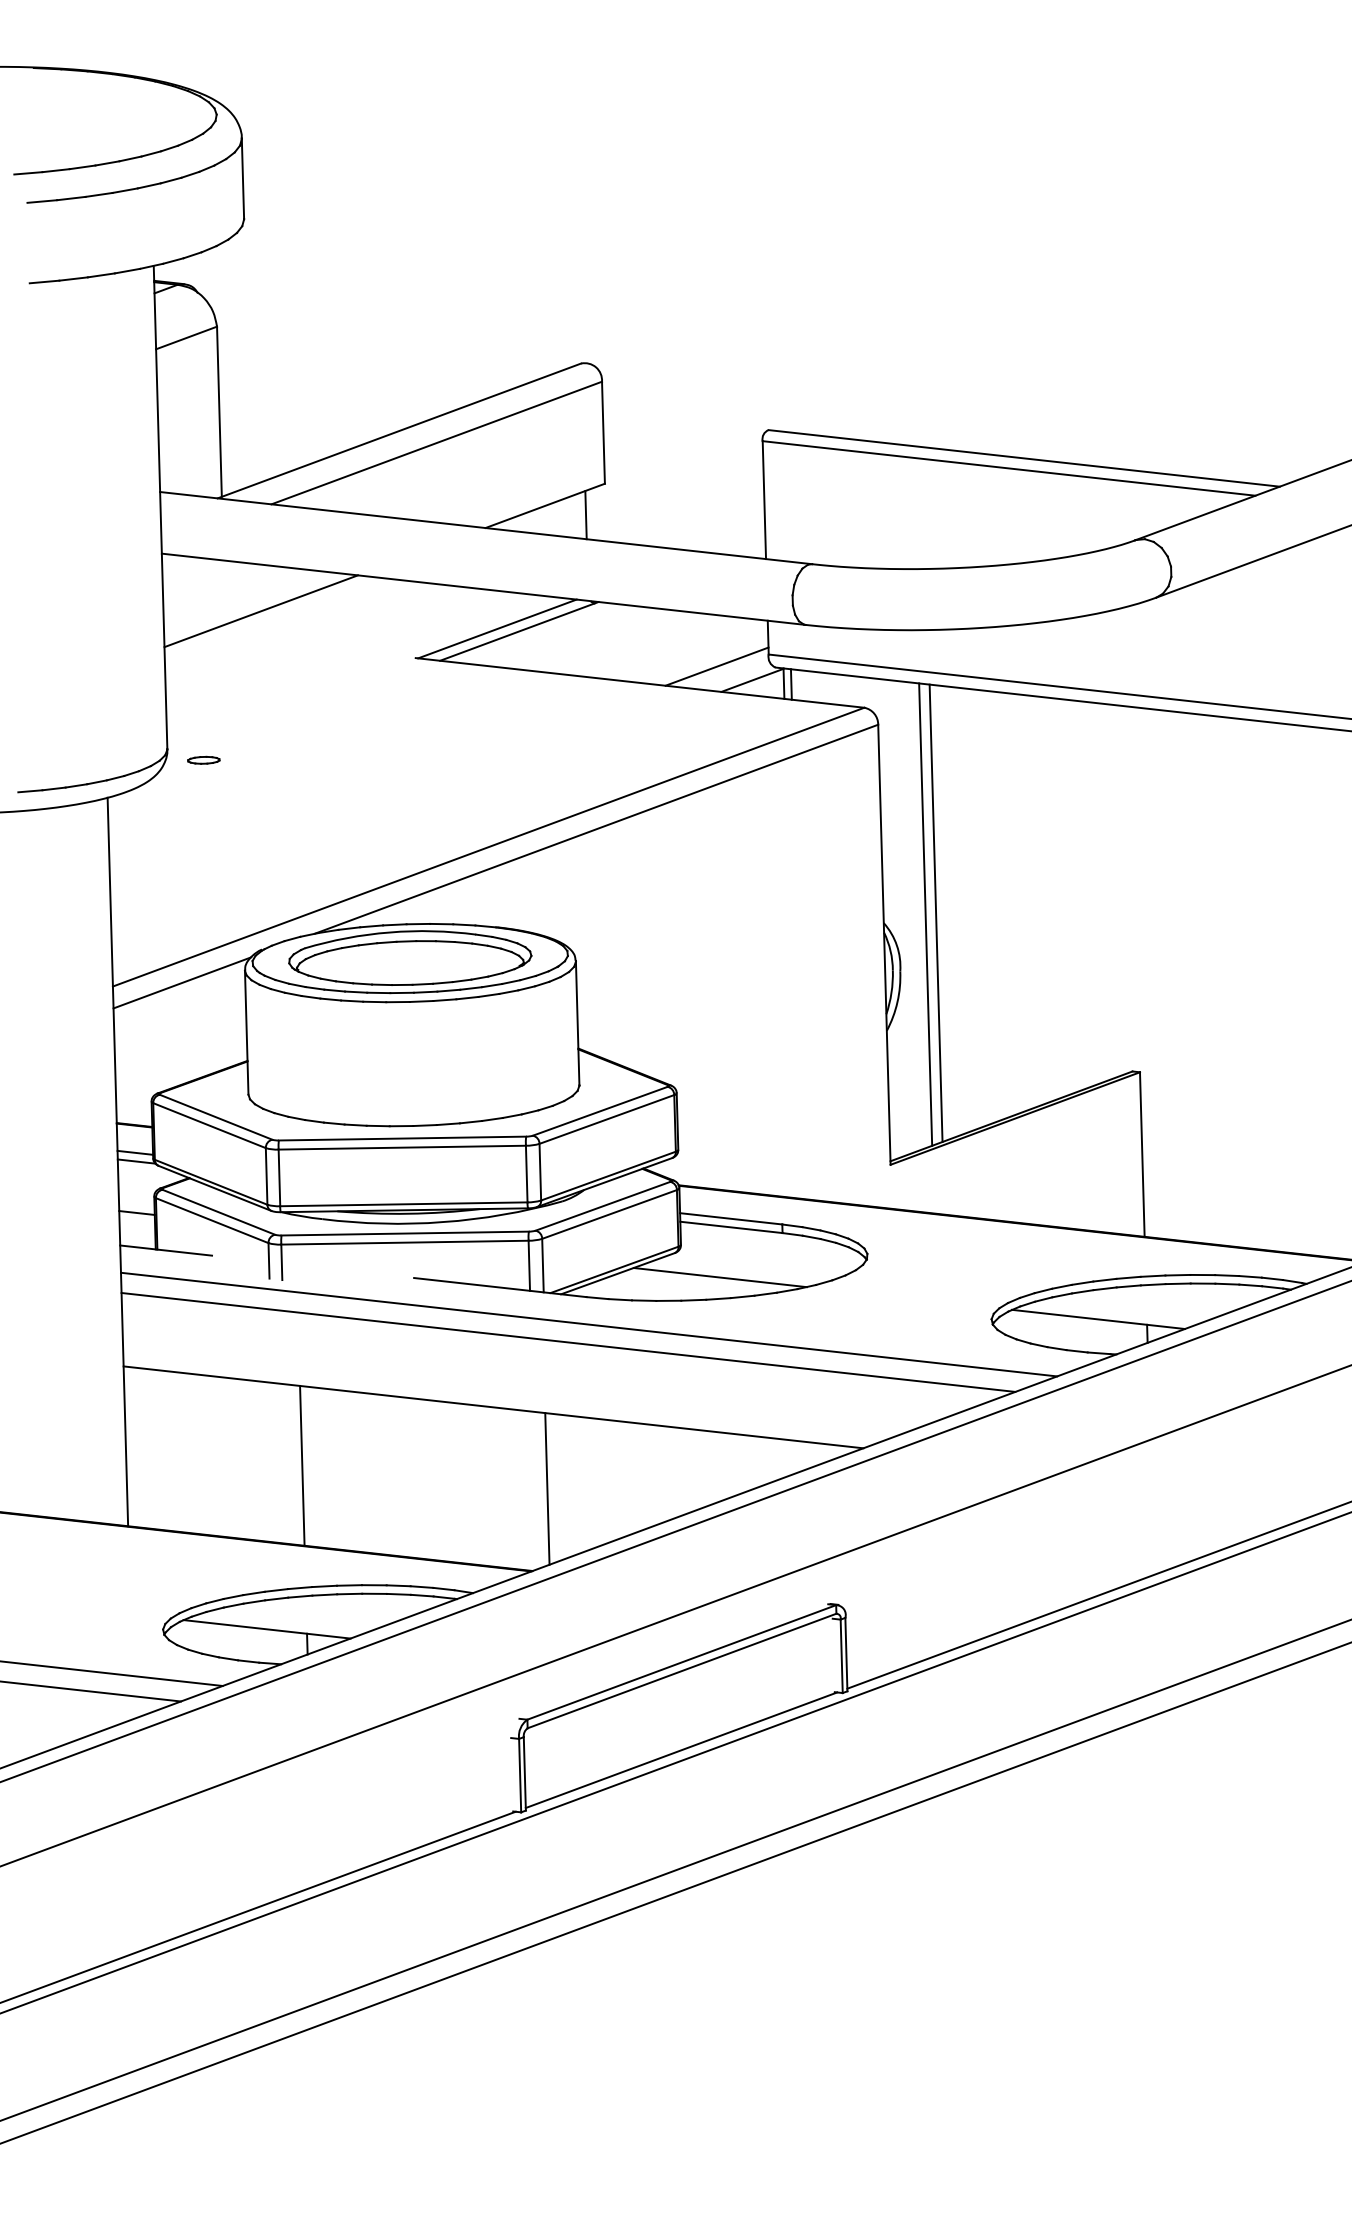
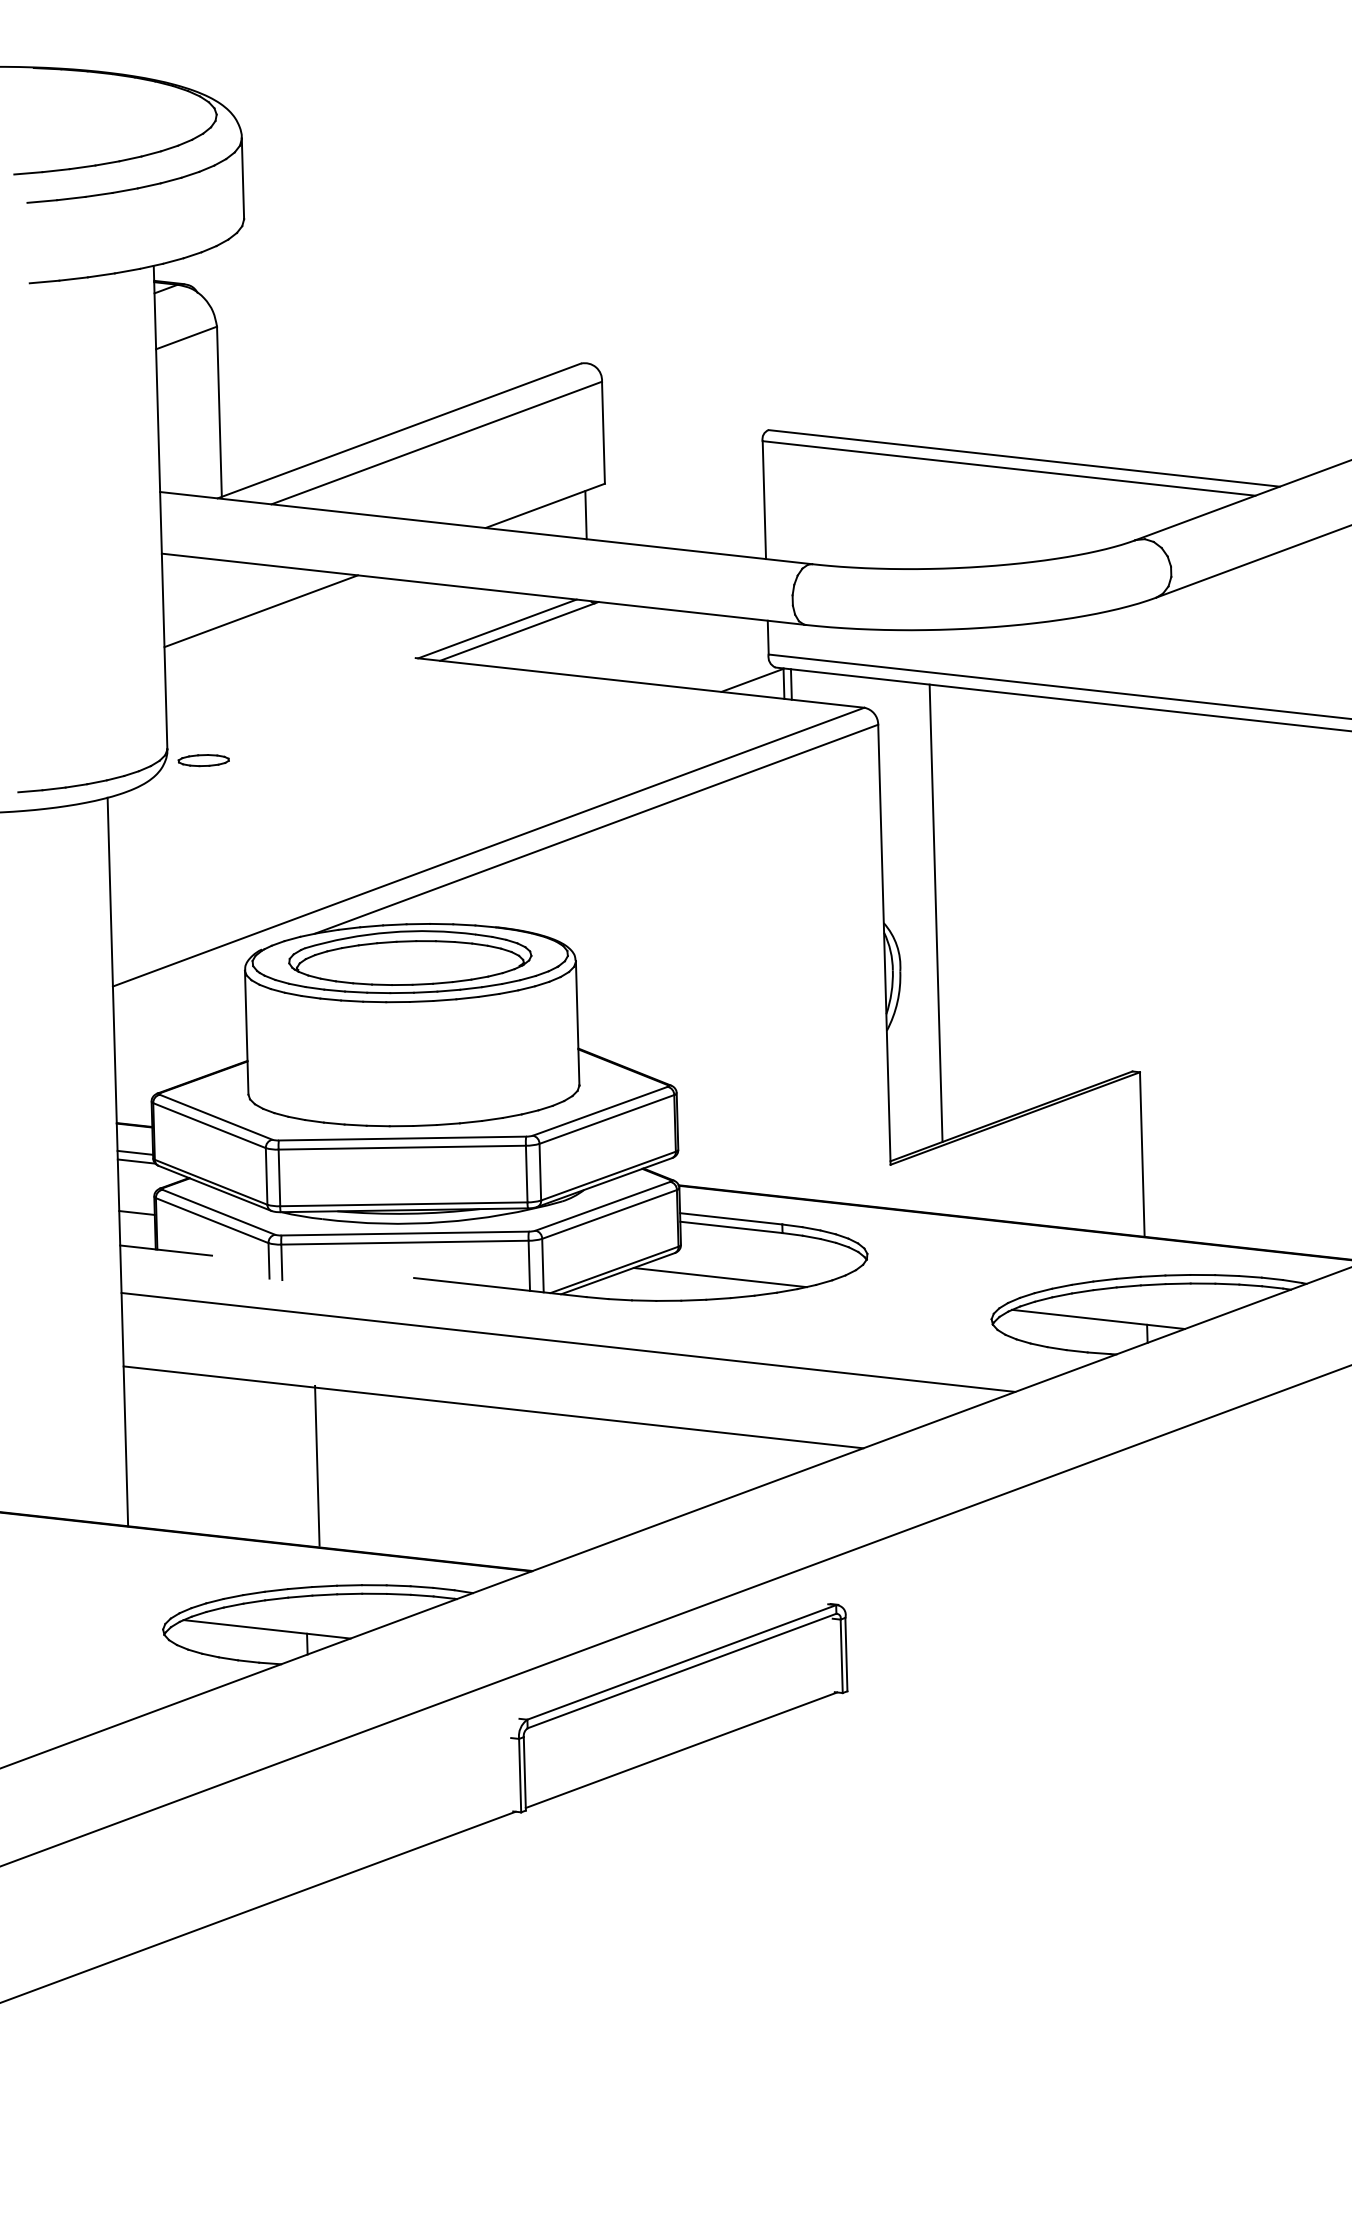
line at (716, 666): present -> none
part at (203, 759) size: 34x10 px -> 53x14 px
line at (925, 914): present -> none
line at (182, 982): present -> none
line at (589, 1324): present -> none
line at (302, 1465) position: (302, 1465) -> (317, 1465)
line at (547, 1488): present -> none
line at (675, 1531): present -> none
line at (1097, 1595): present -> none
line at (112, 1673): present -> none
line at (91, 1691): present -> none
line at (675, 1762): present -> none
line at (675, 1870): present -> none
line at (675, 1892): present -> none
